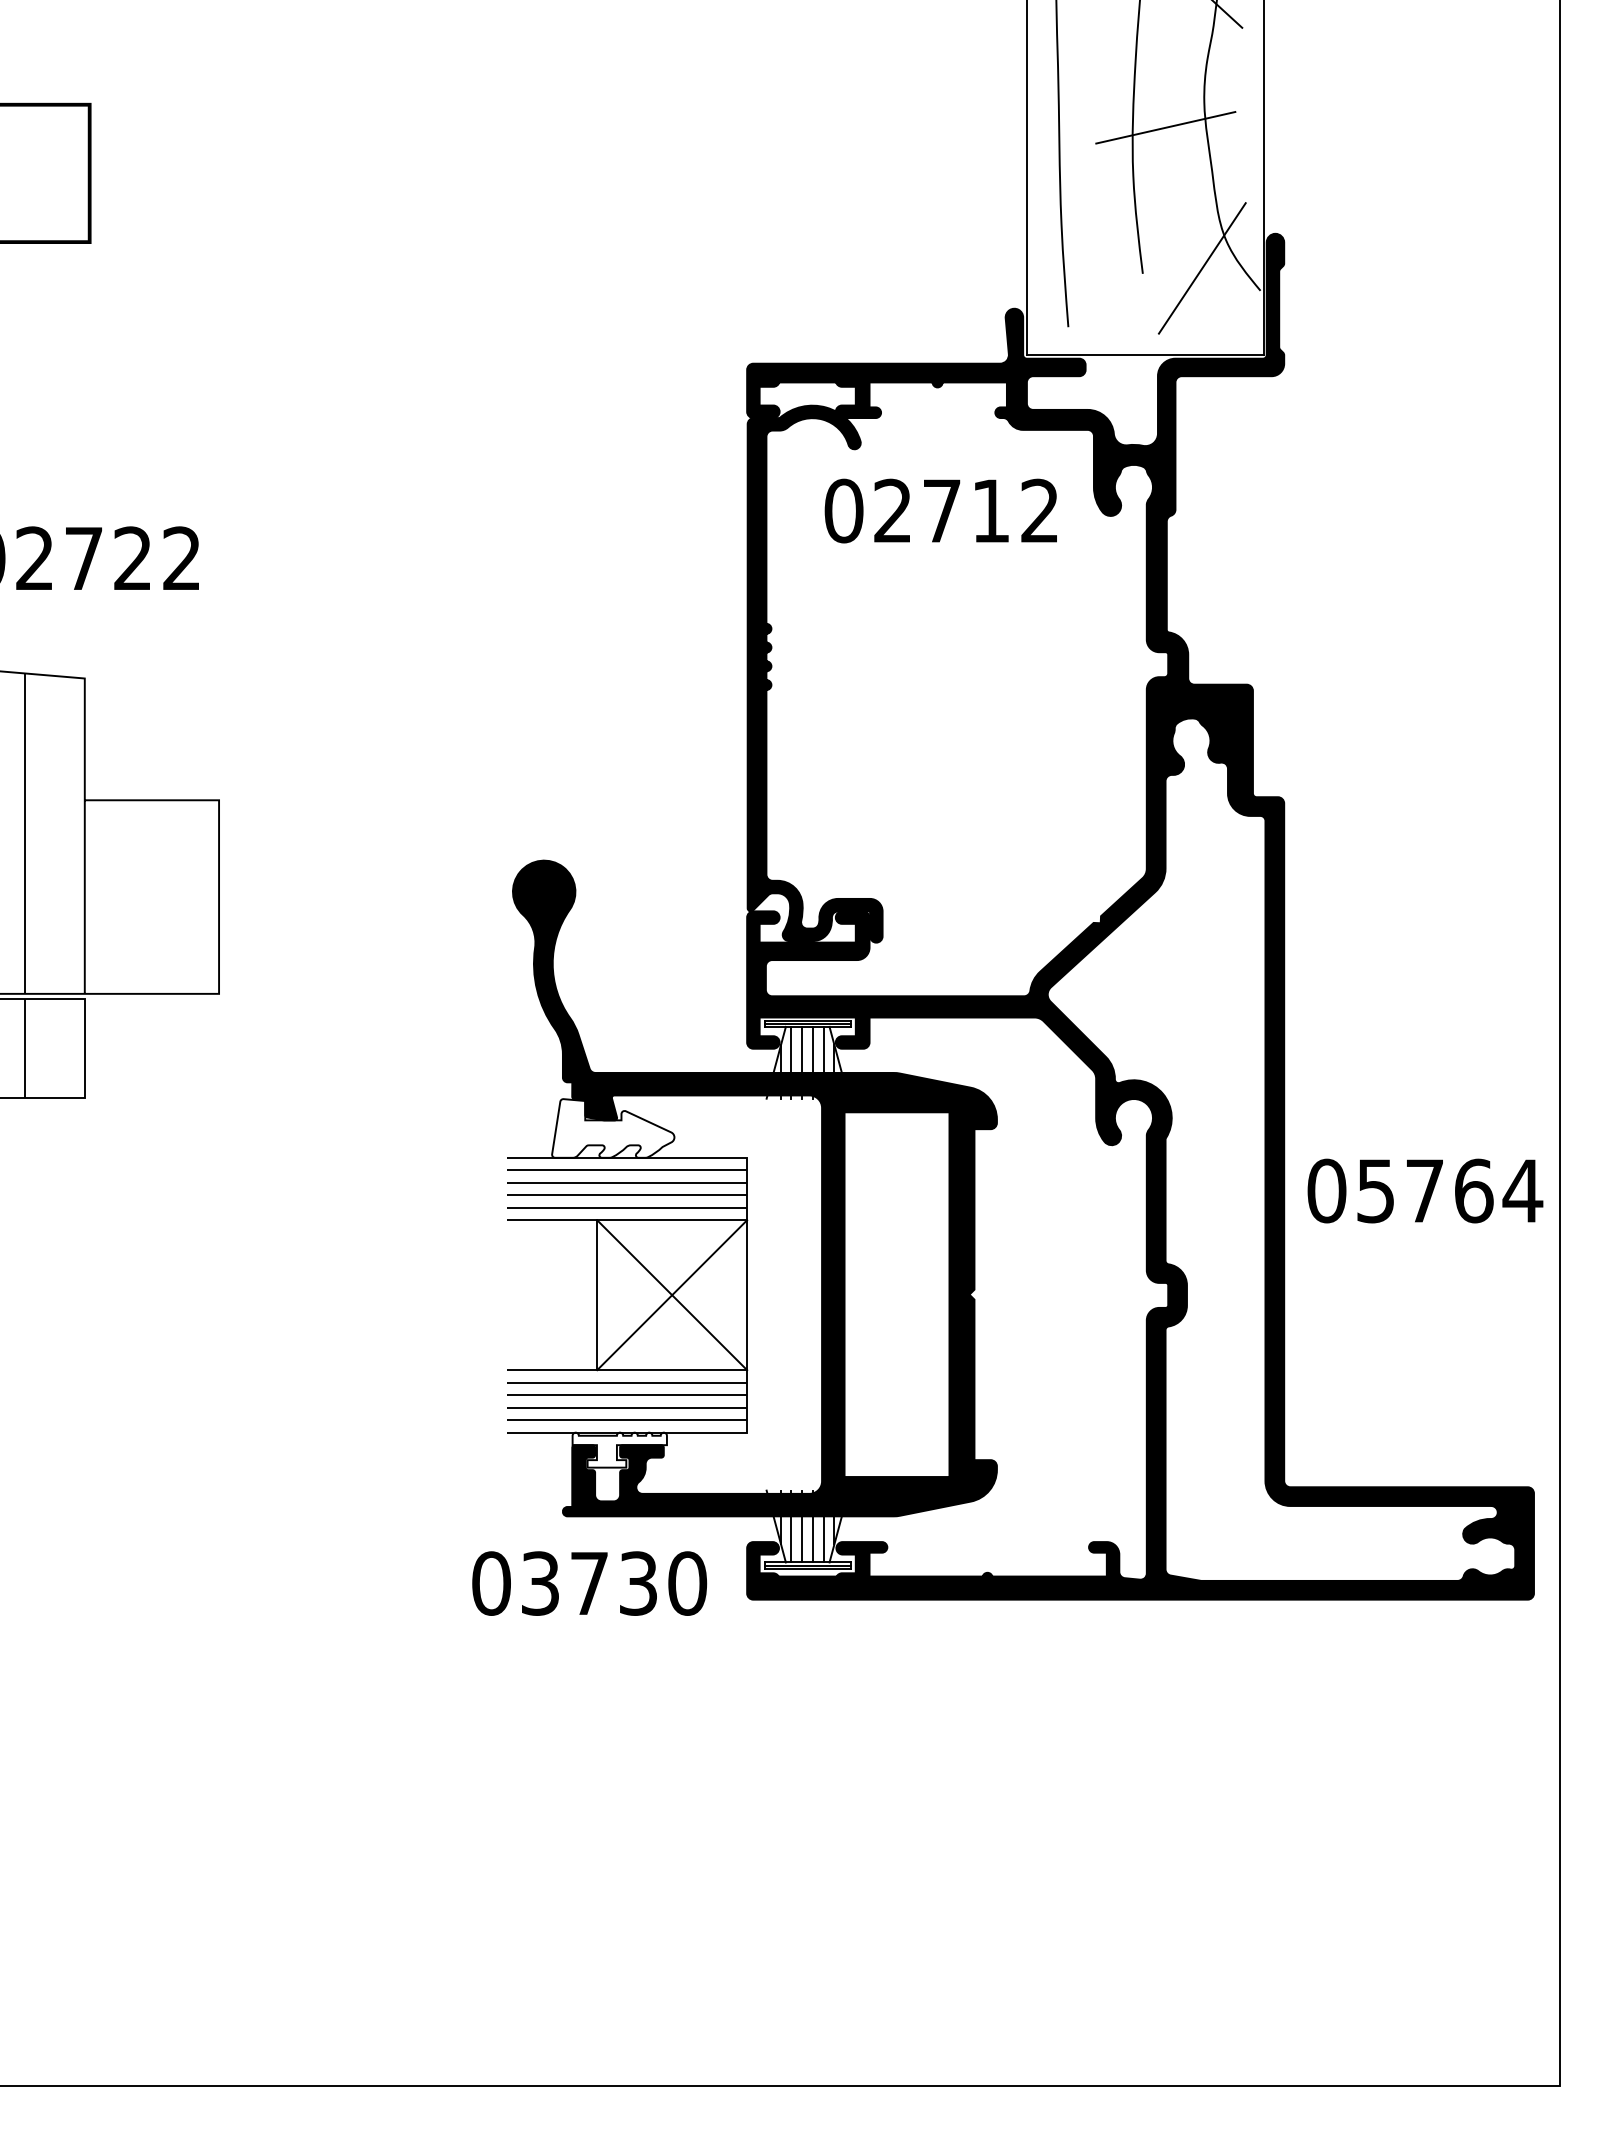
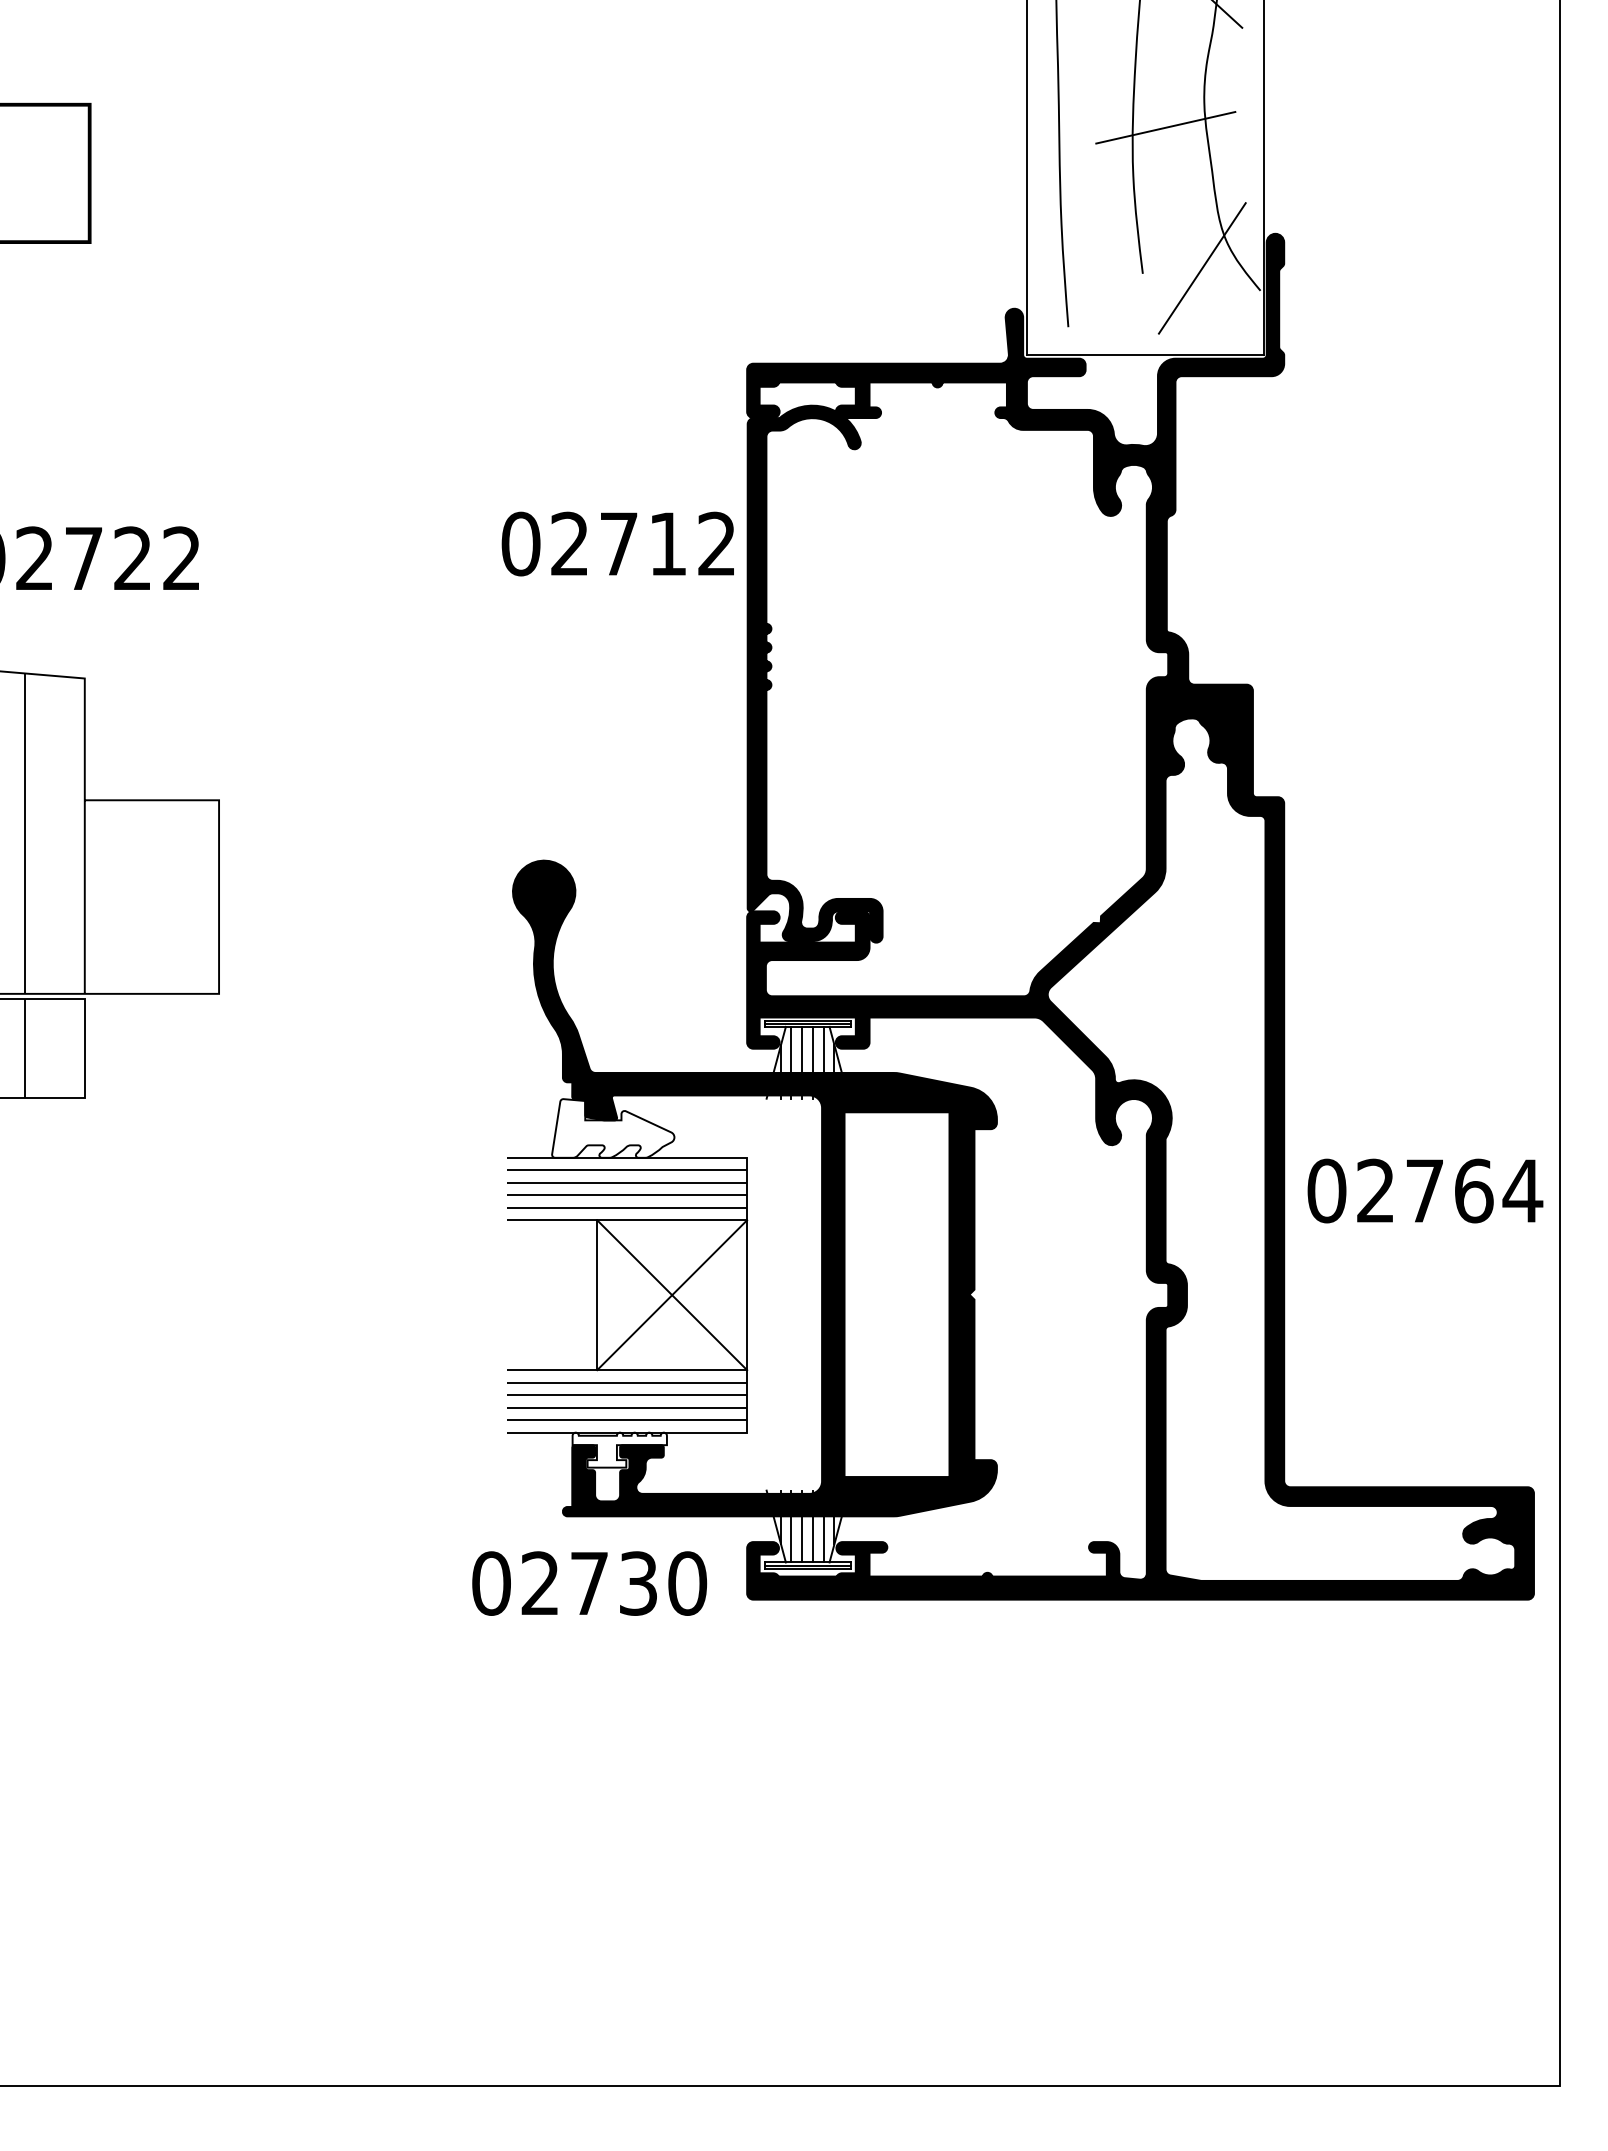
text at (940, 510) position: (940, 510) -> (617, 543)
text at (1375, 1190): 05764 -> 02764
text at (539, 1583): 03730 -> 02730
